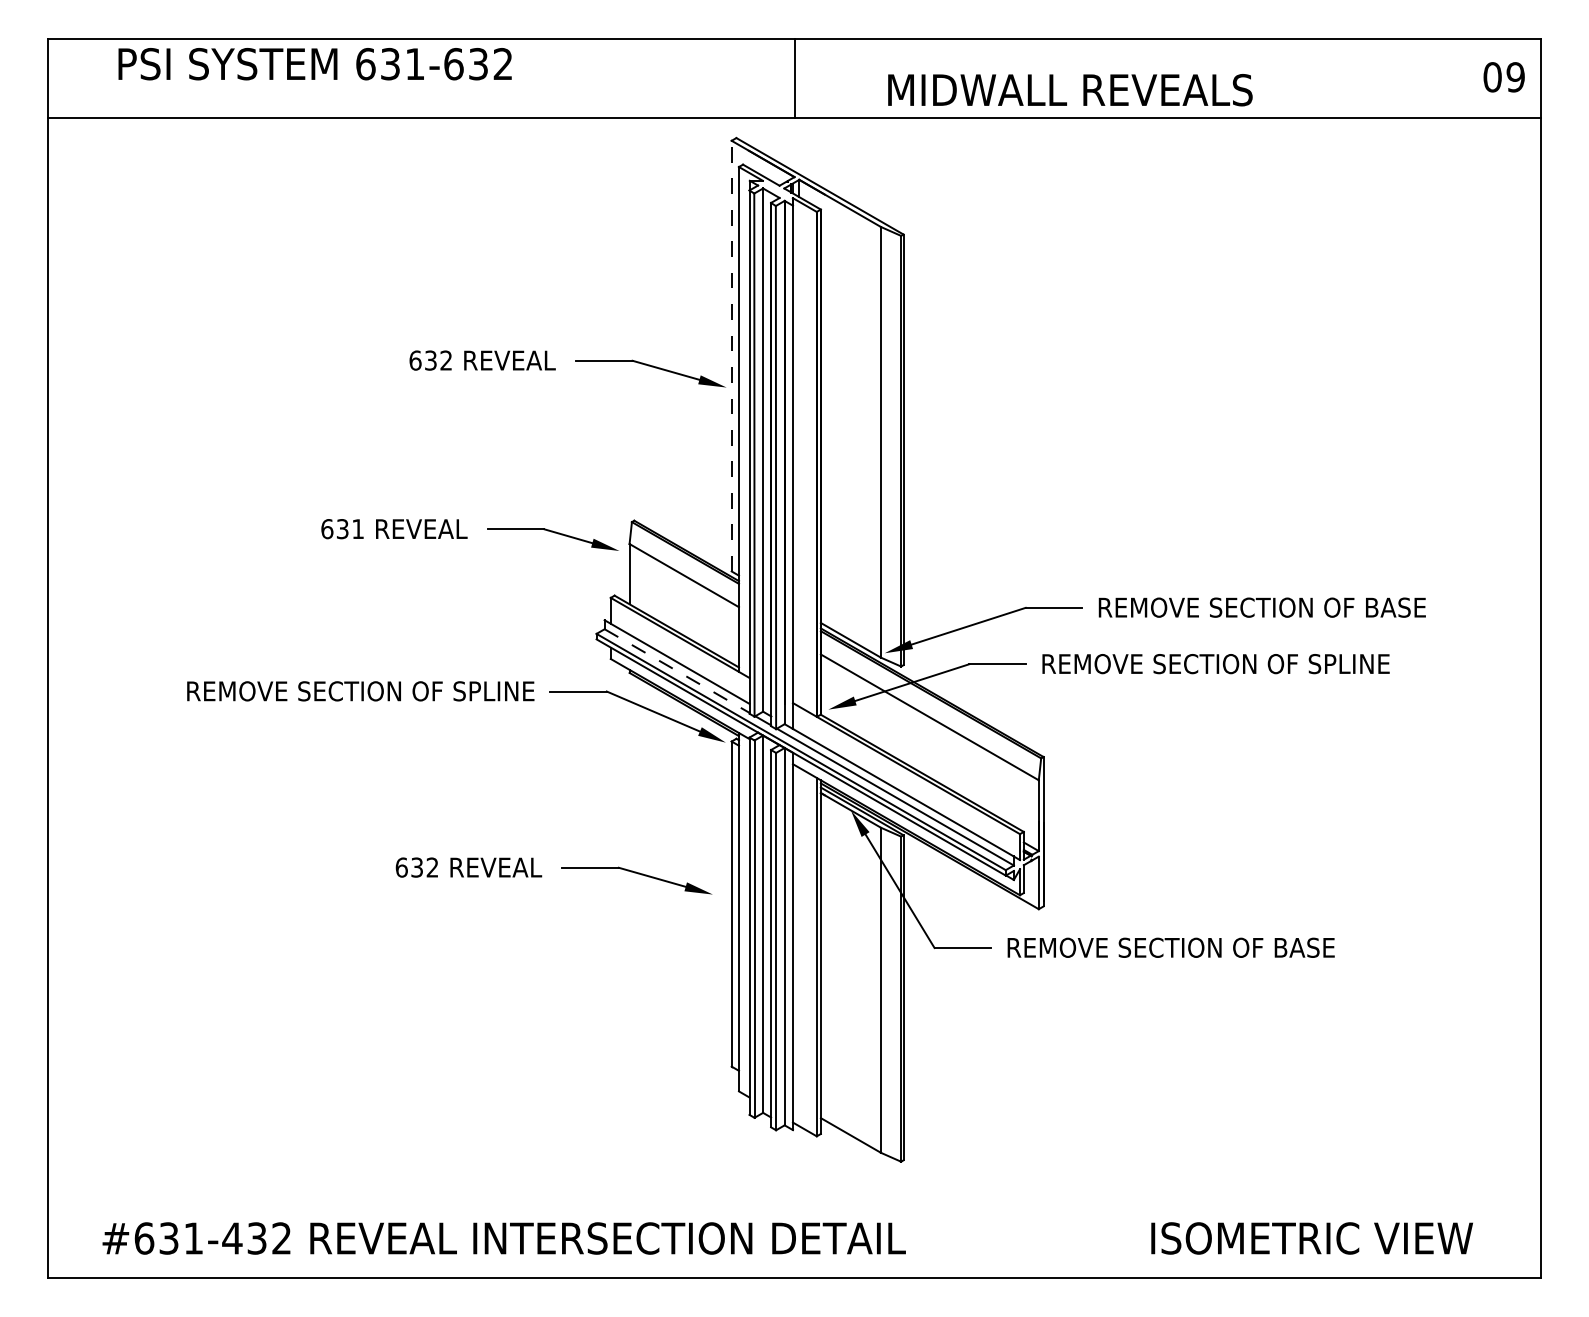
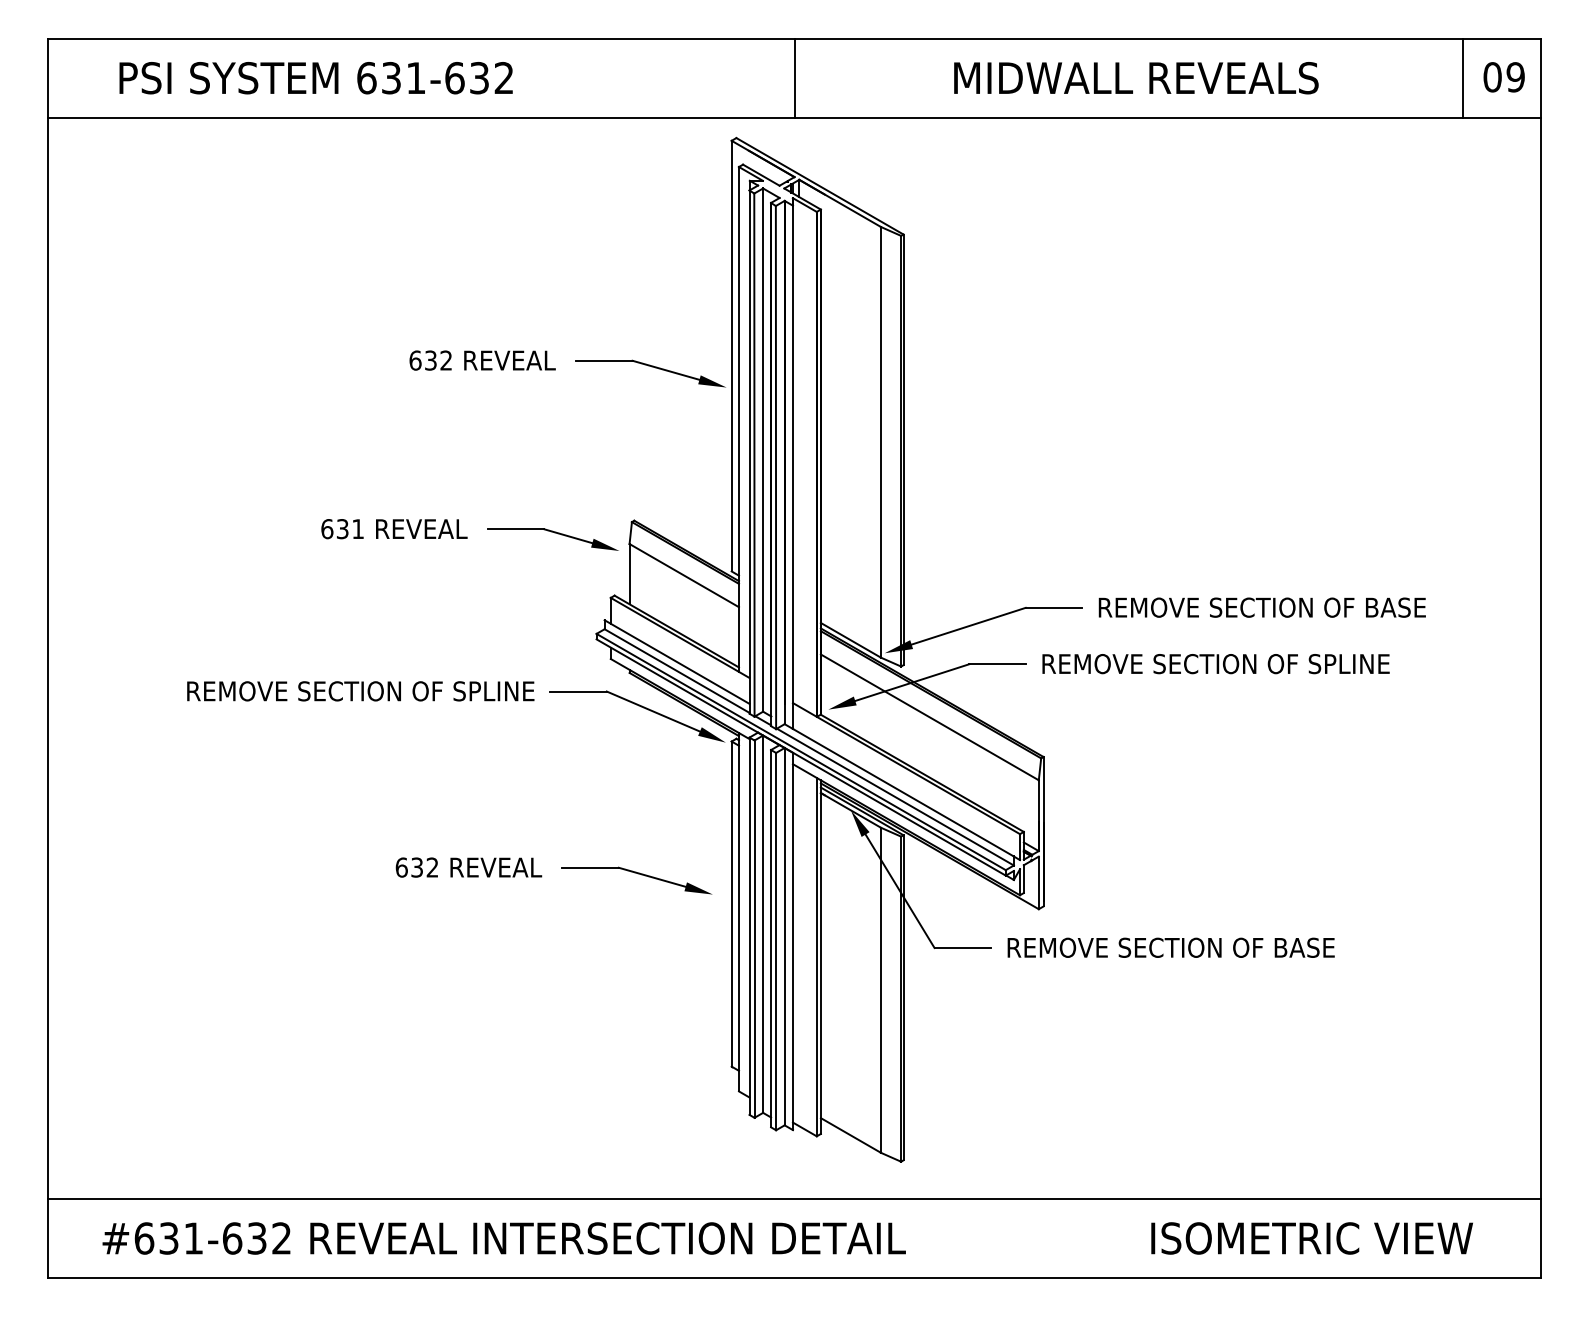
text at (314, 64) position: (314, 64) -> (315, 78)
line at (1462, 78): none -> present
text at (1070, 90) position: (1070, 90) -> (1136, 78)
line at (731, 355): dashed -> solid
line at (677, 671): dashed -> solid
line at (794, 1199): none -> present
text at (232, 1238): #631-432 -> #631-632
